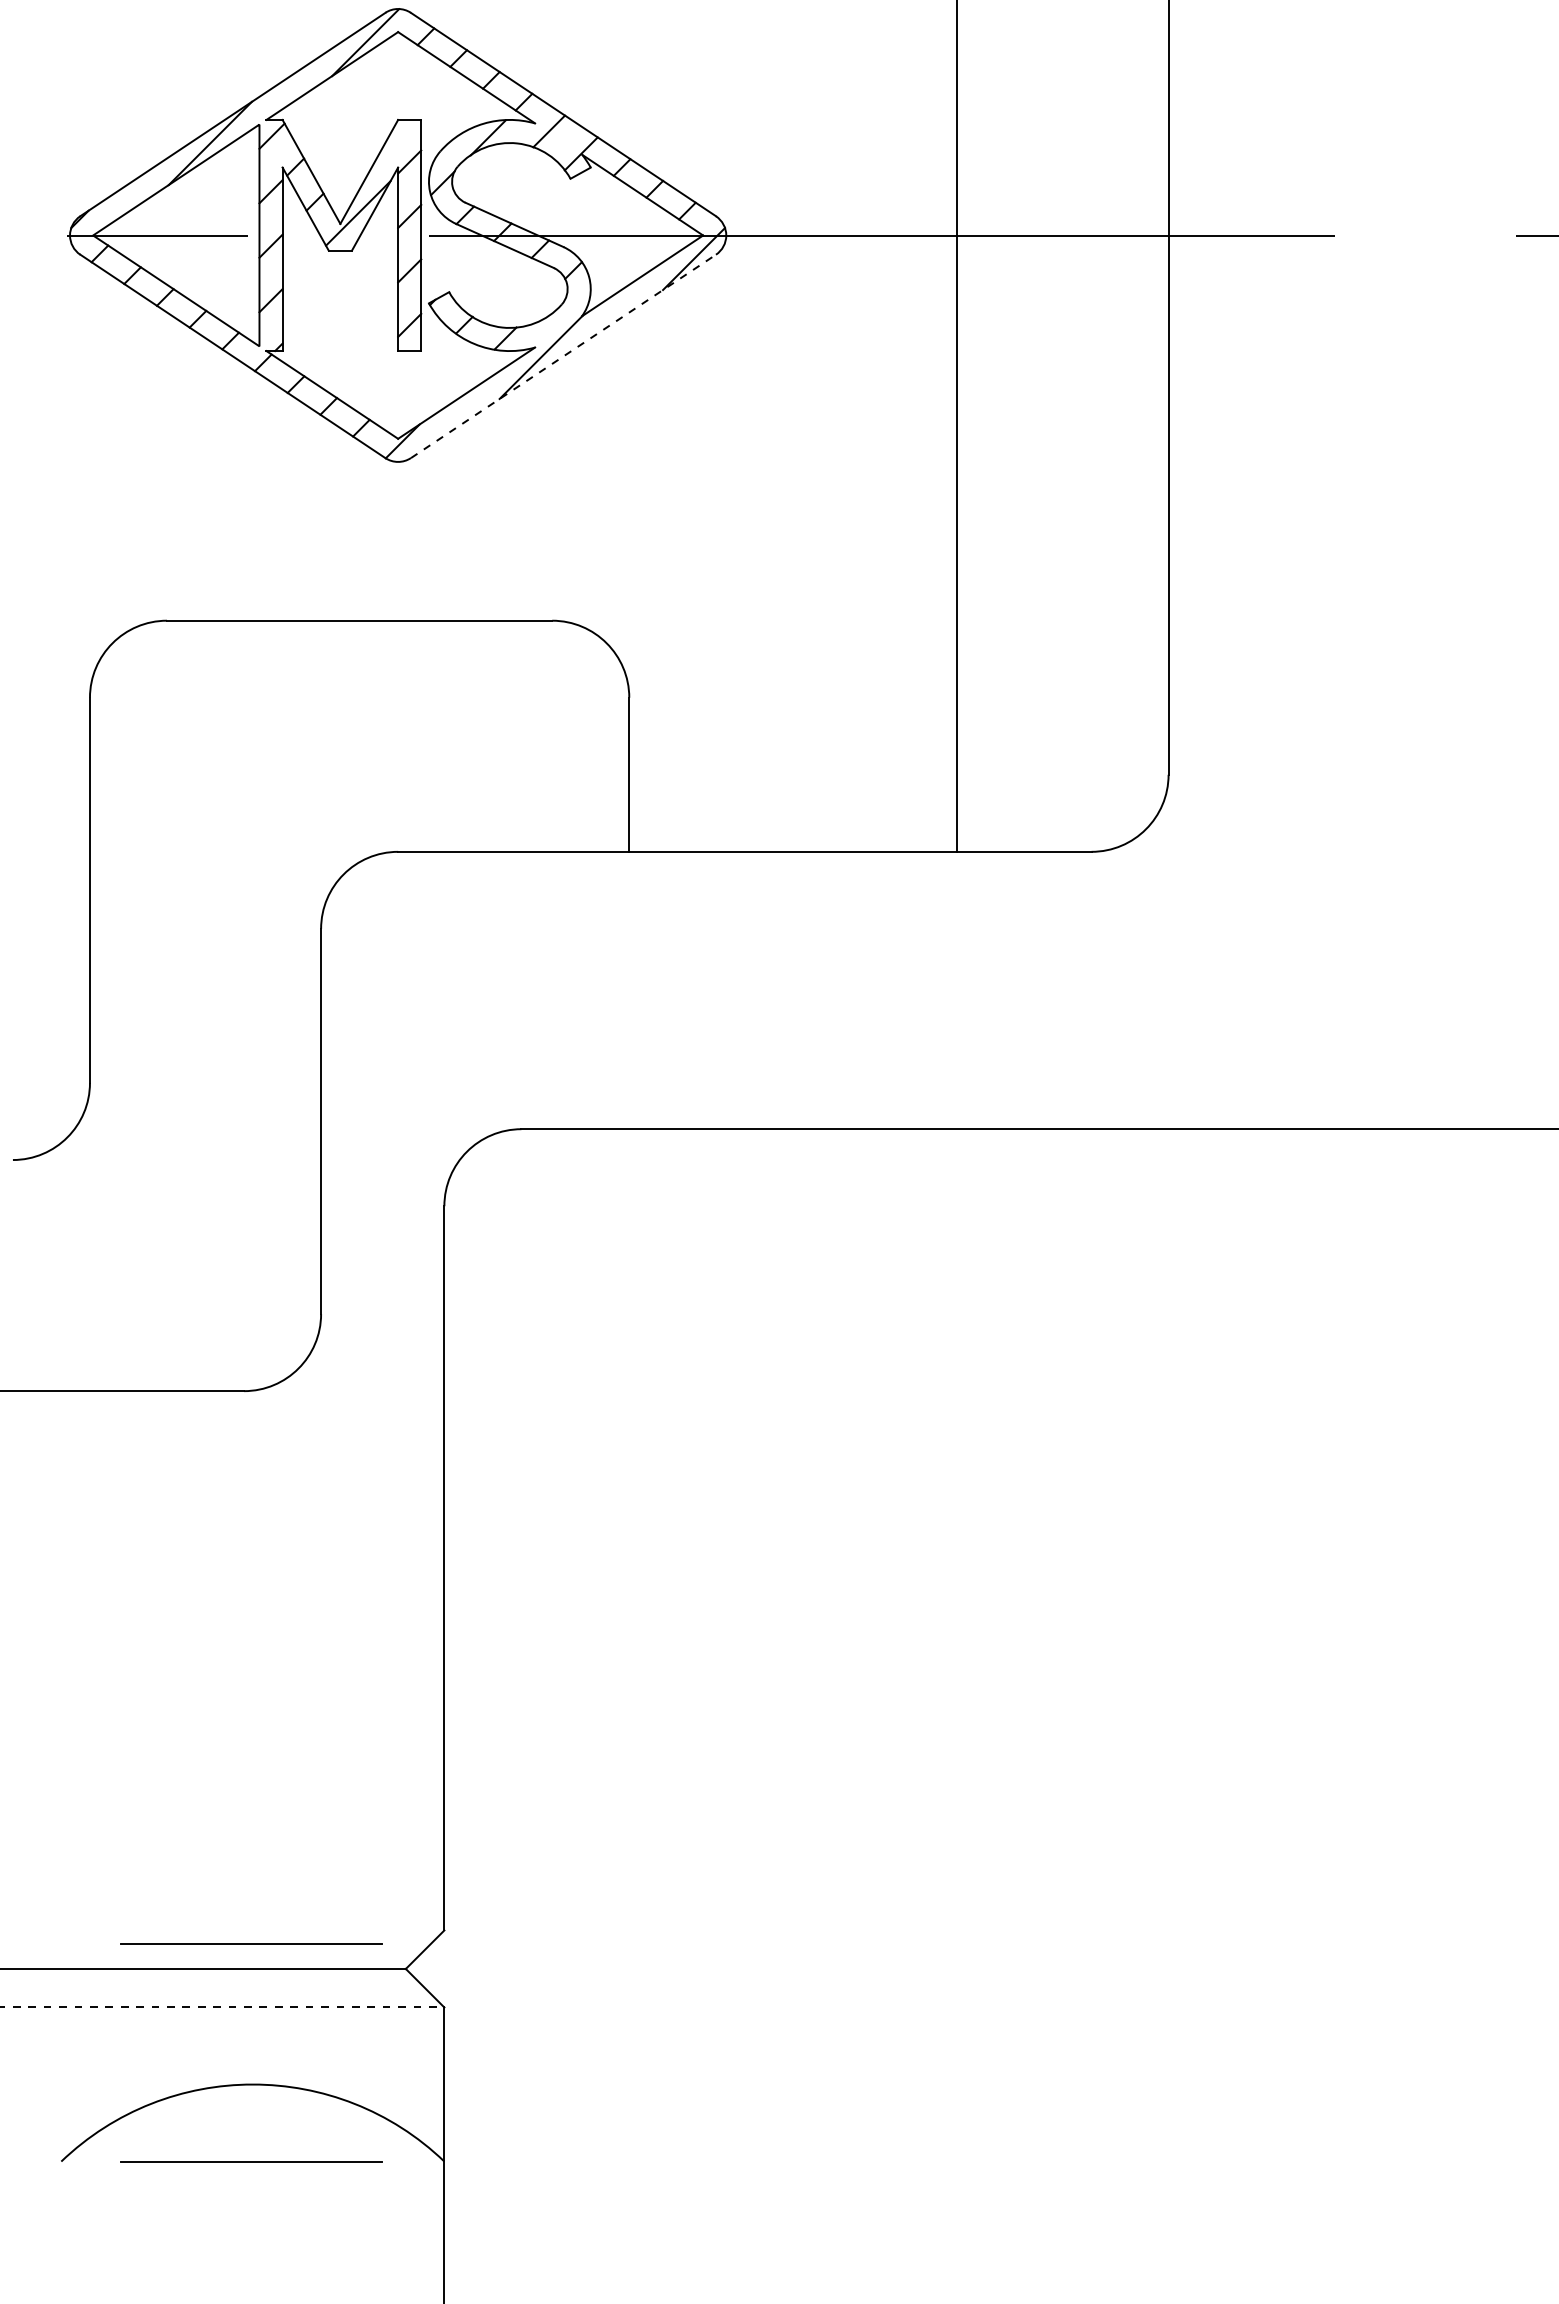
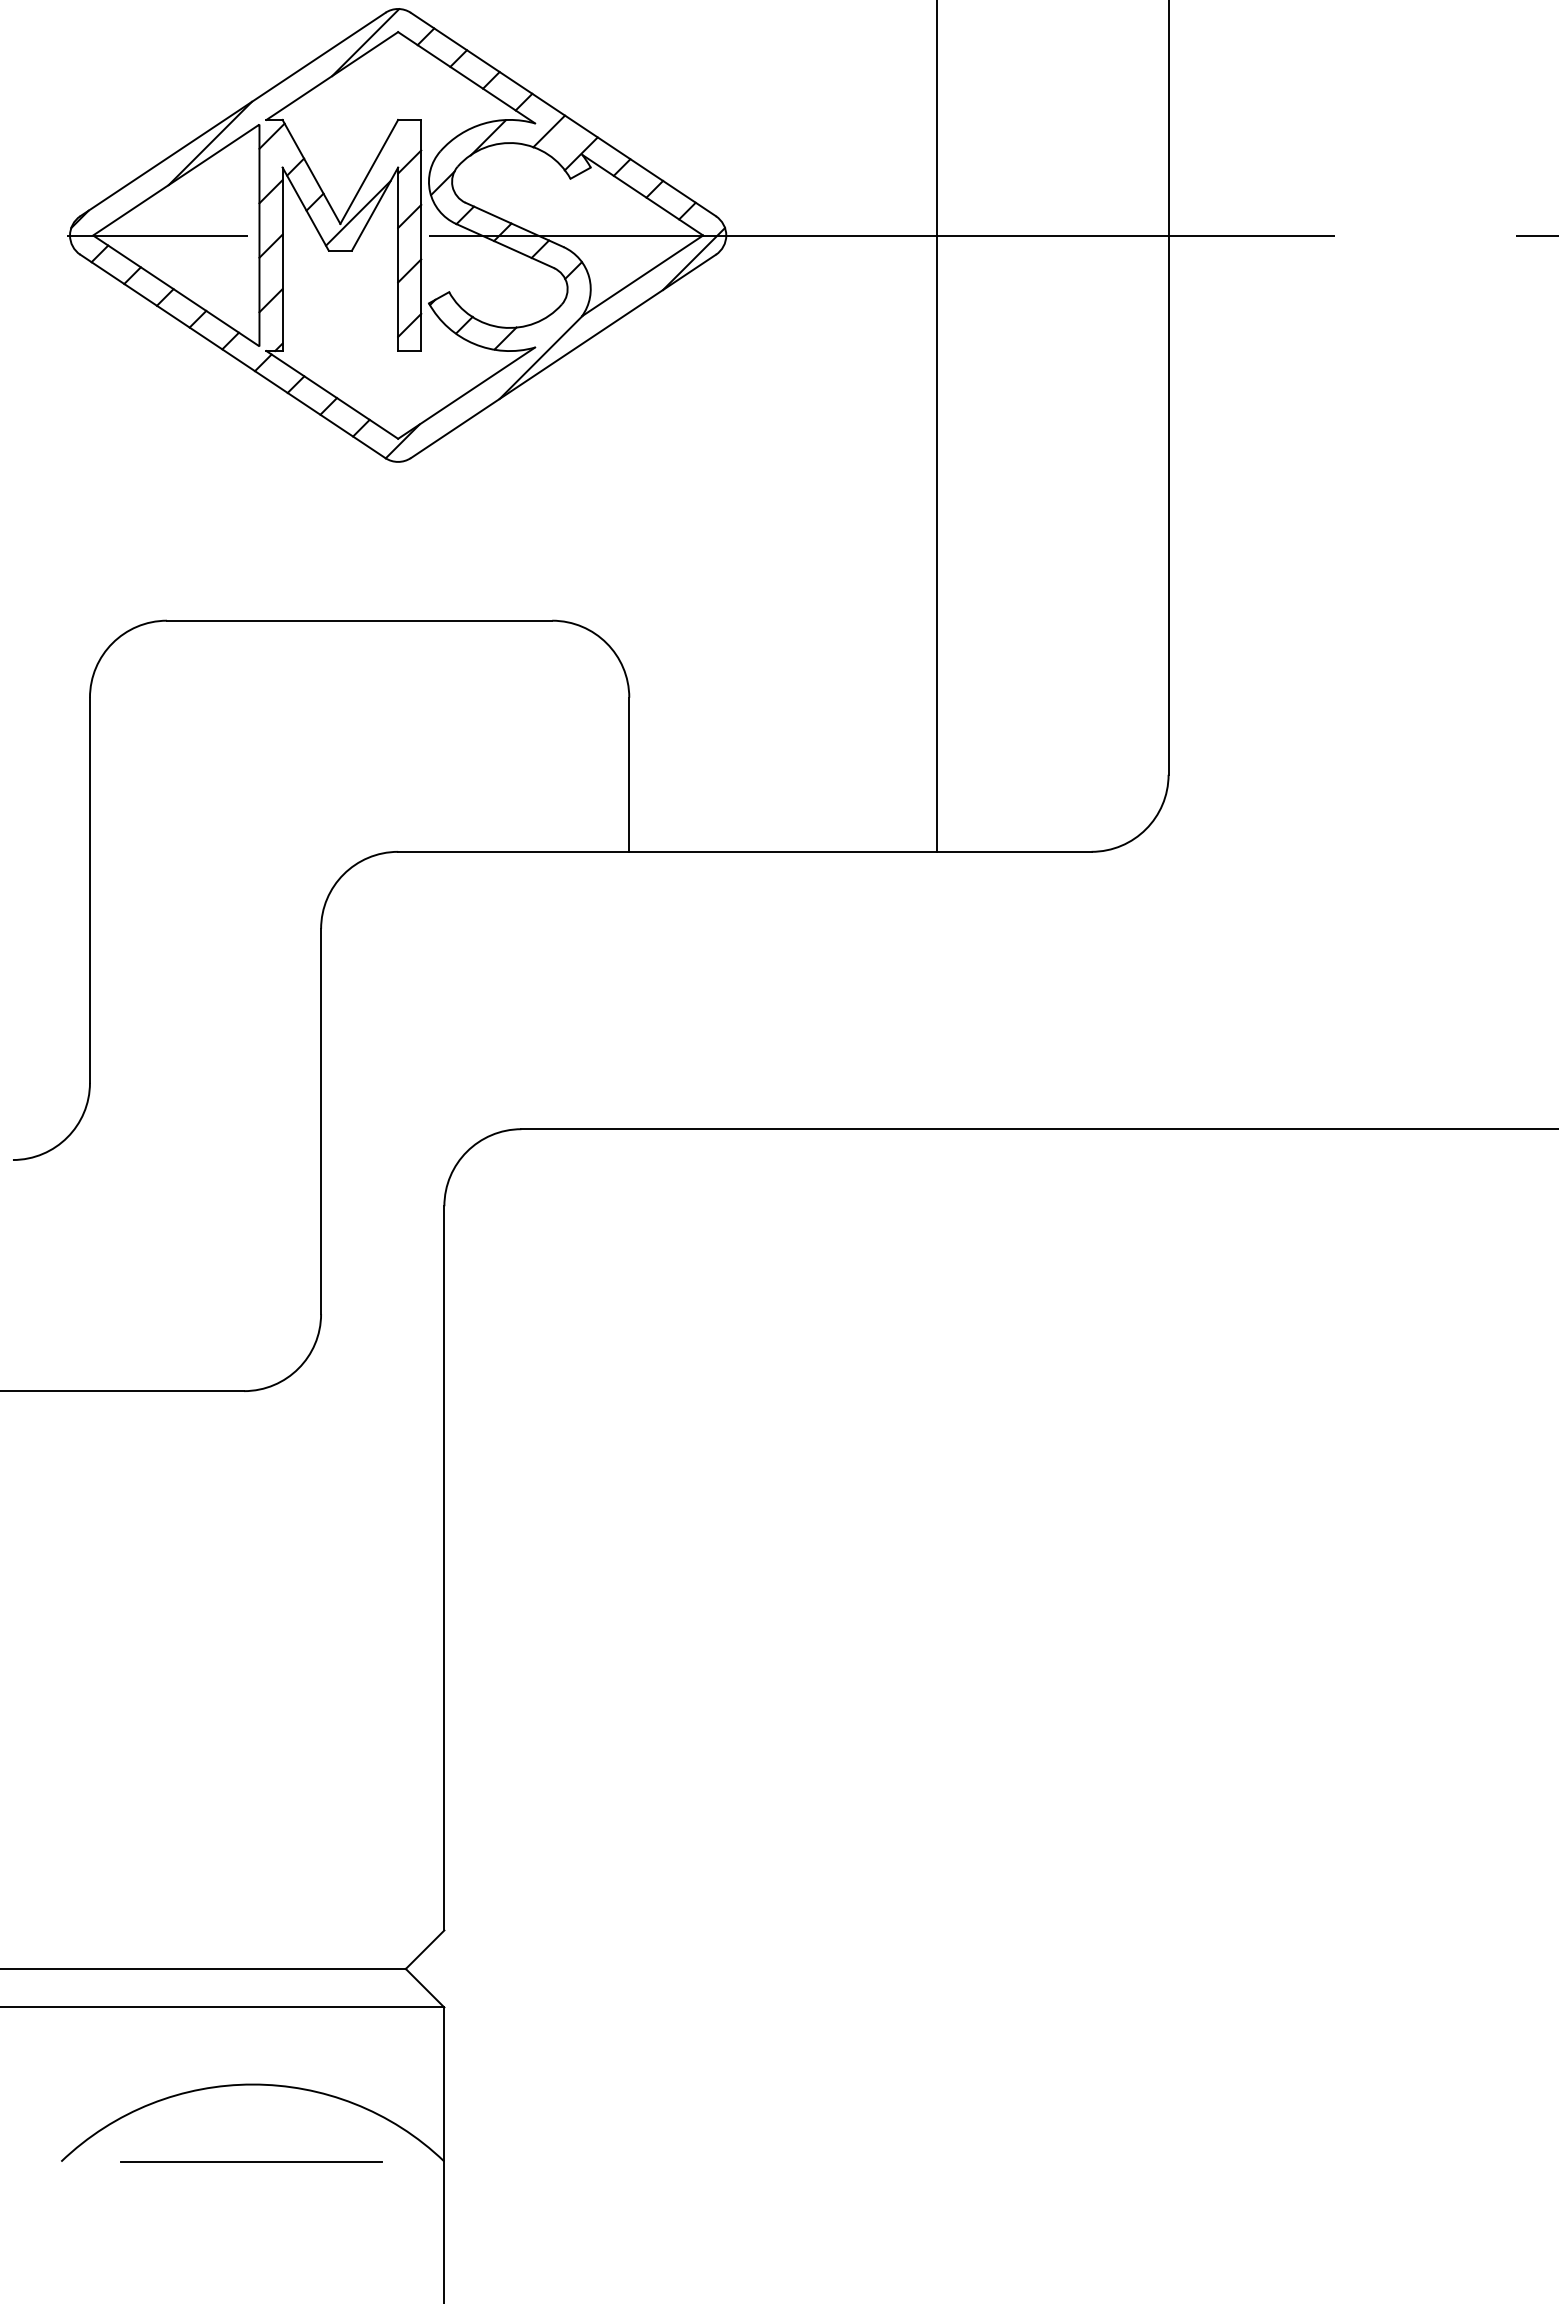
line at (563, 356): dashed -> solid
line at (957, 426) position: (957, 426) -> (937, 426)
line at (251, 1943): present -> none
line at (222, 2007): dashed -> solid
